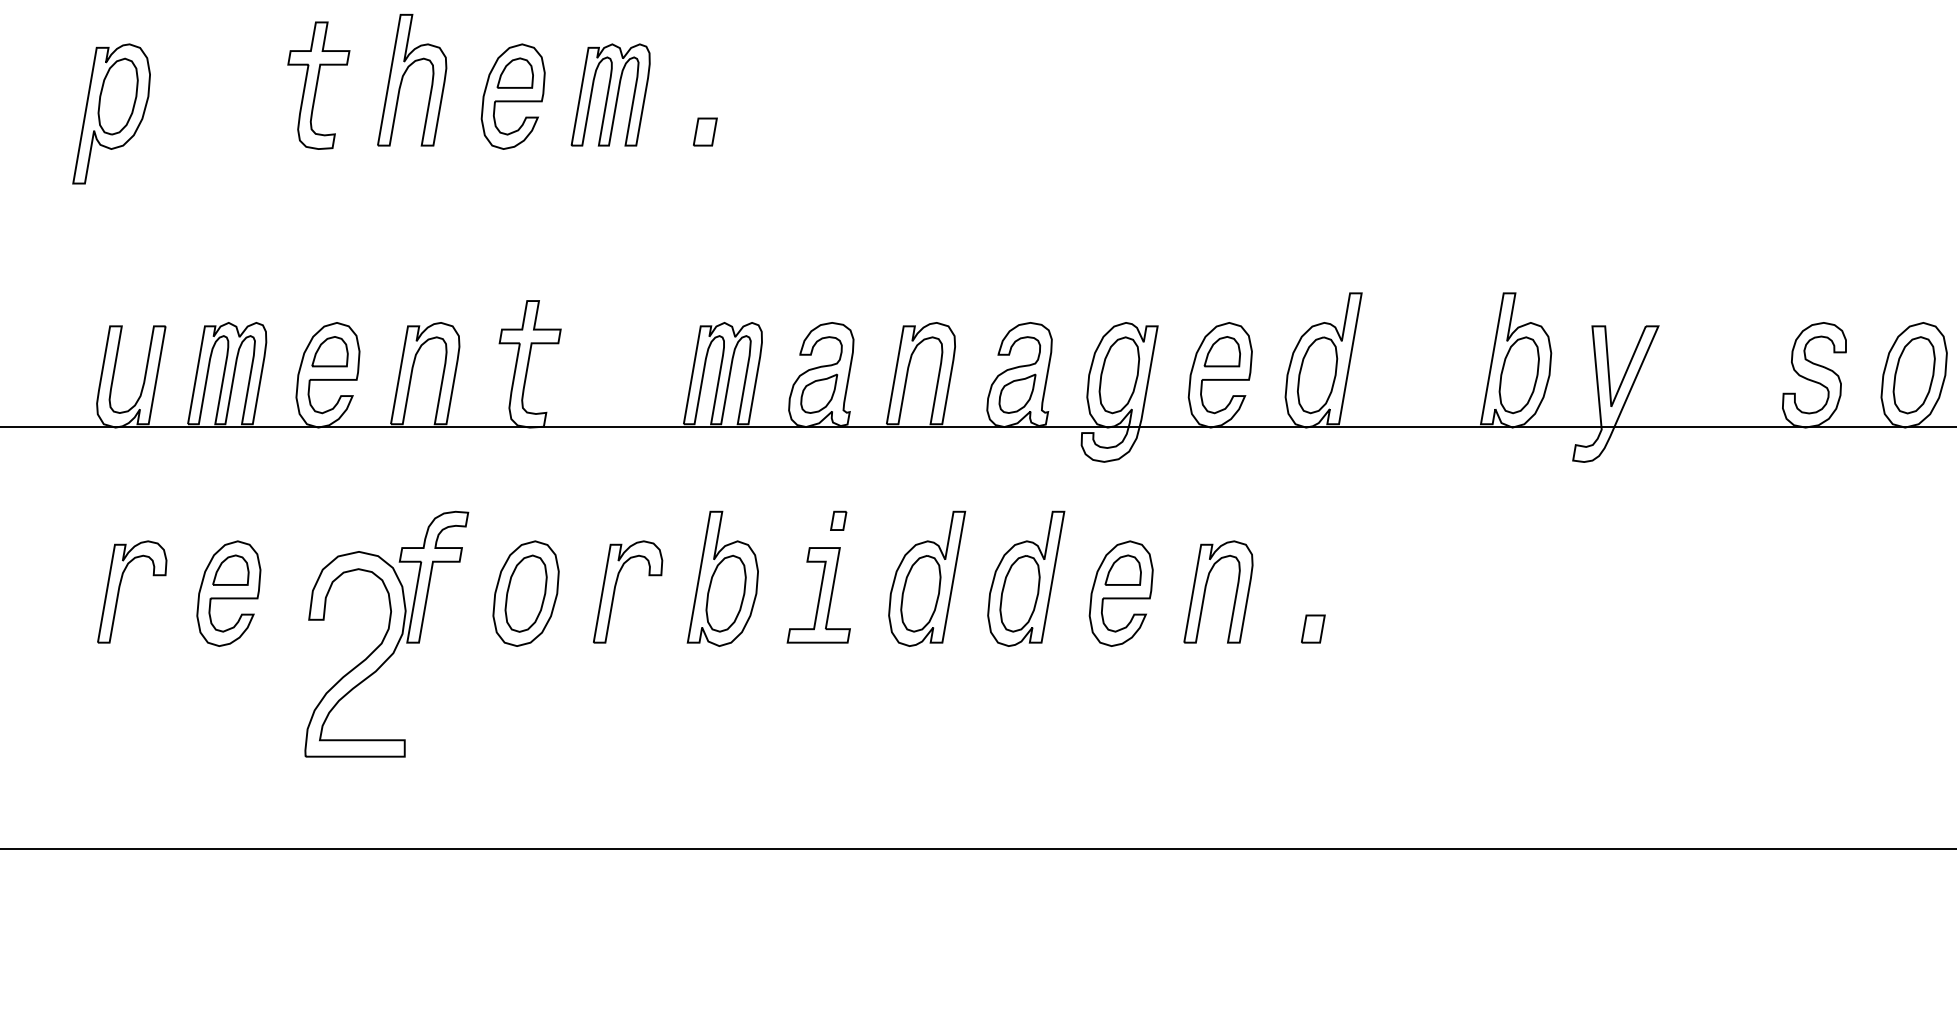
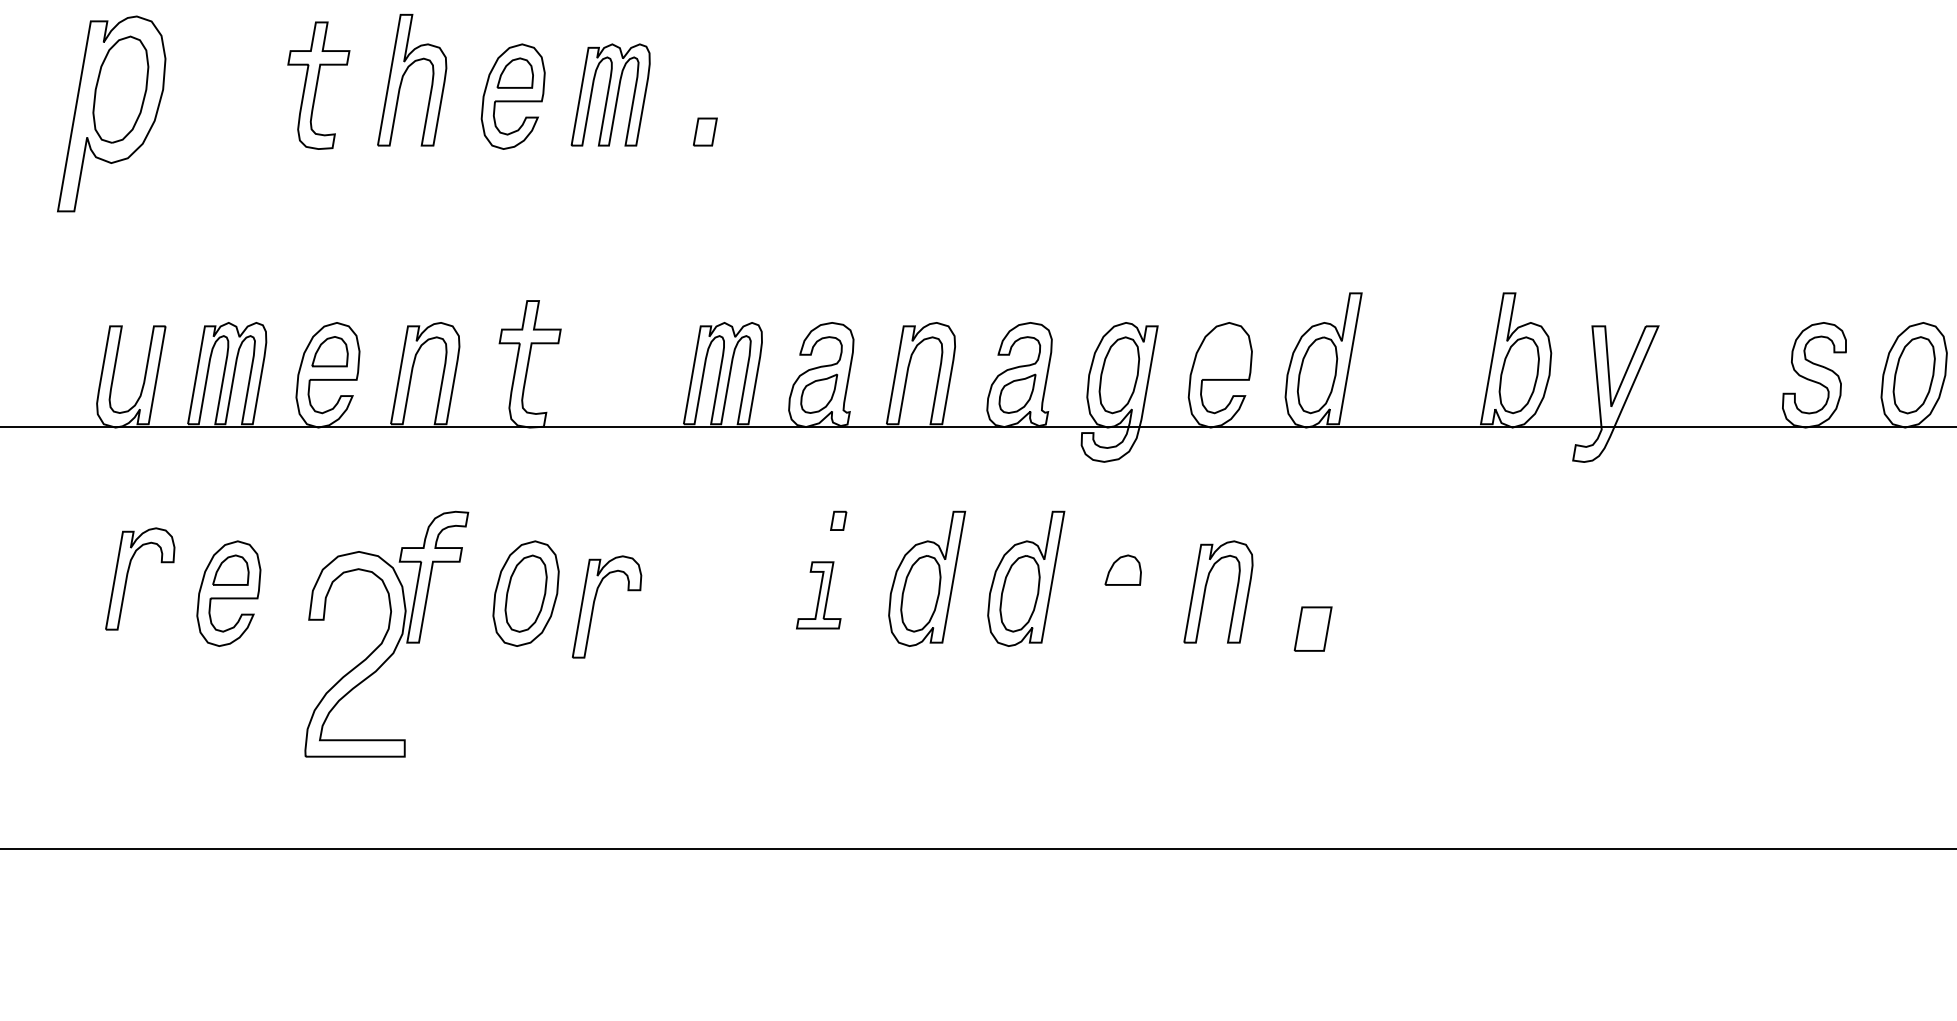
part at (111, 113) size: 79x142 px -> 110x198 px
part at (1221, 351): present -> none
part at (722, 578): present -> none
part at (616, 586) position: (616, 586) -> (595, 601)
part at (120, 587) position: (120, 587) -> (128, 574)
part at (1120, 593): present -> none
part at (818, 595) size: 65x97 px -> 46x69 px
part at (1313, 628) size: 25x30 px -> 40x46 px
